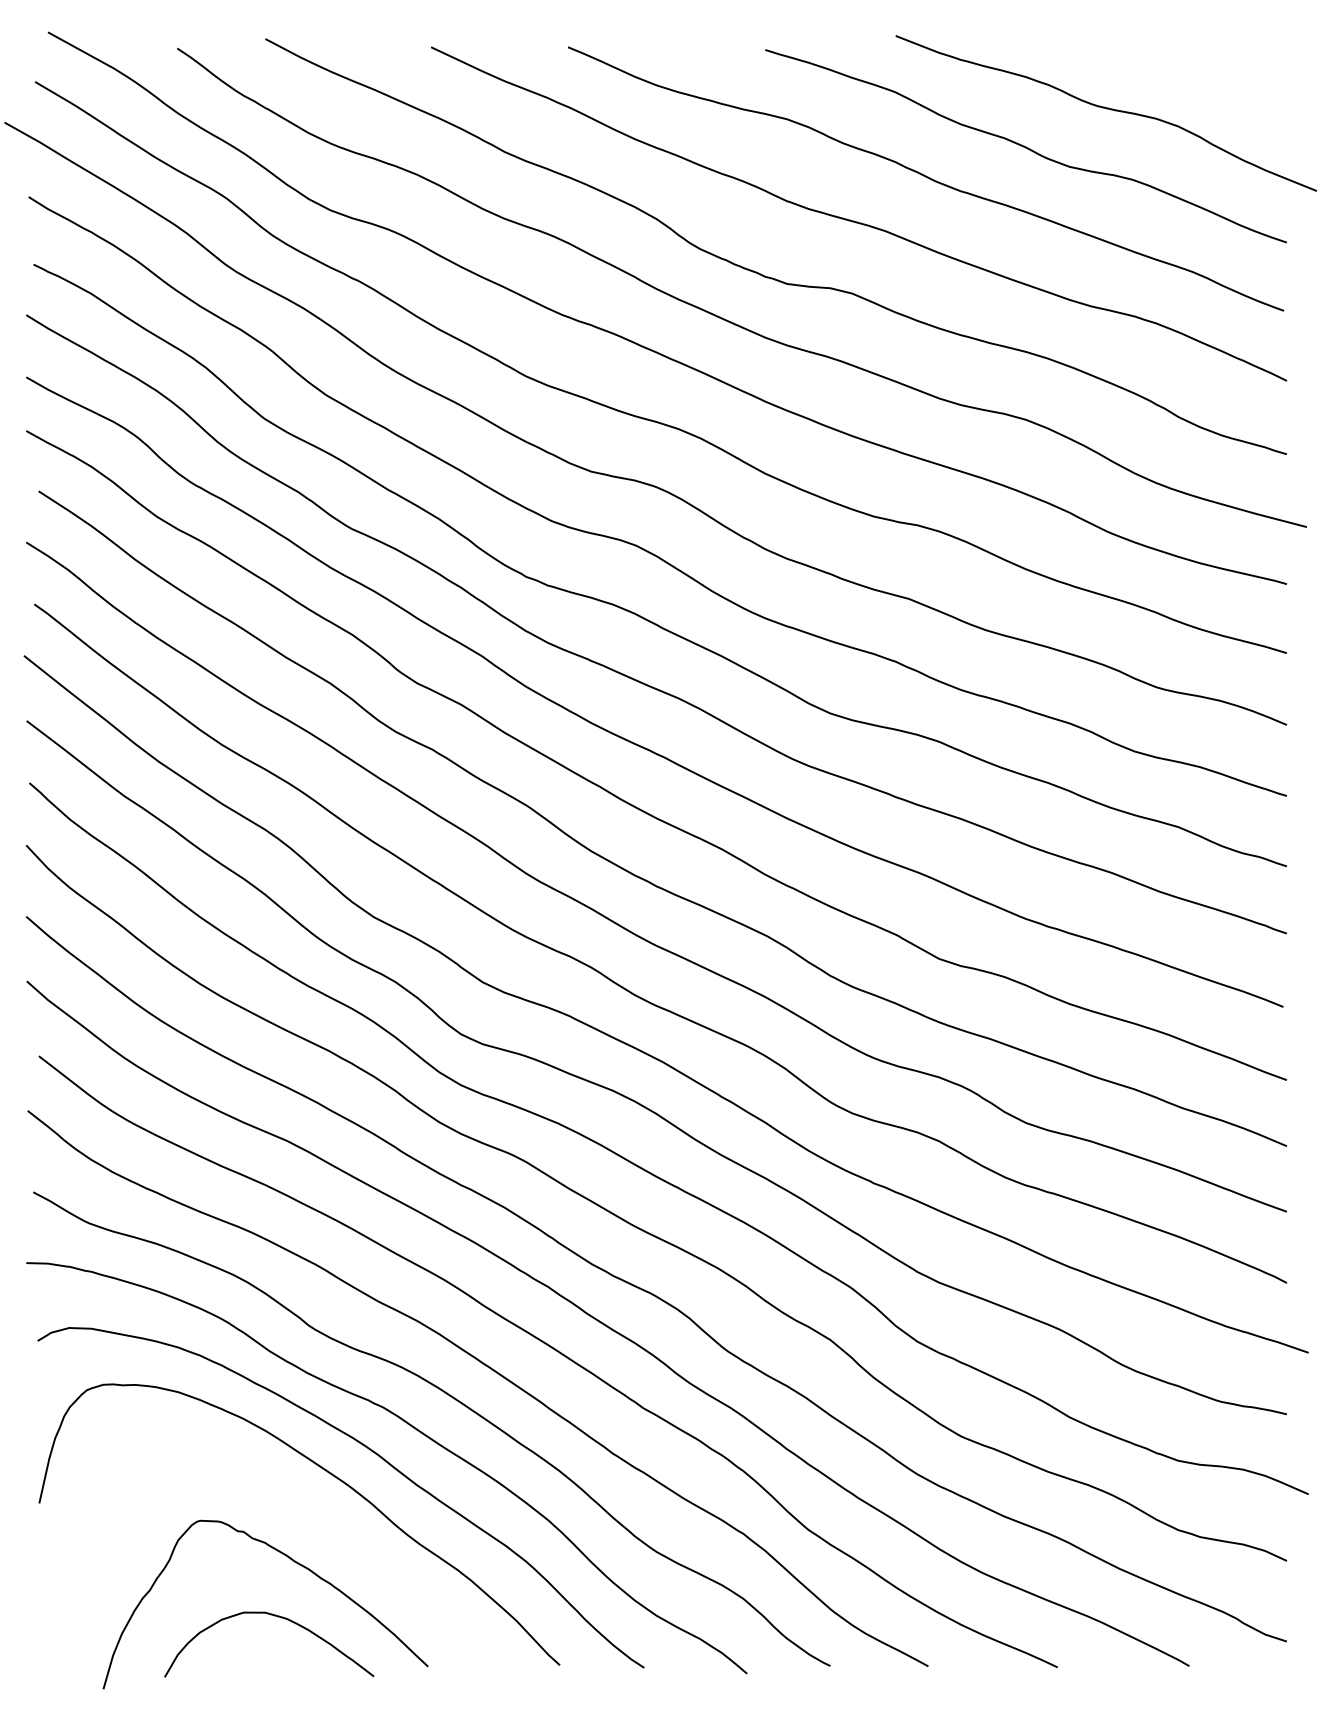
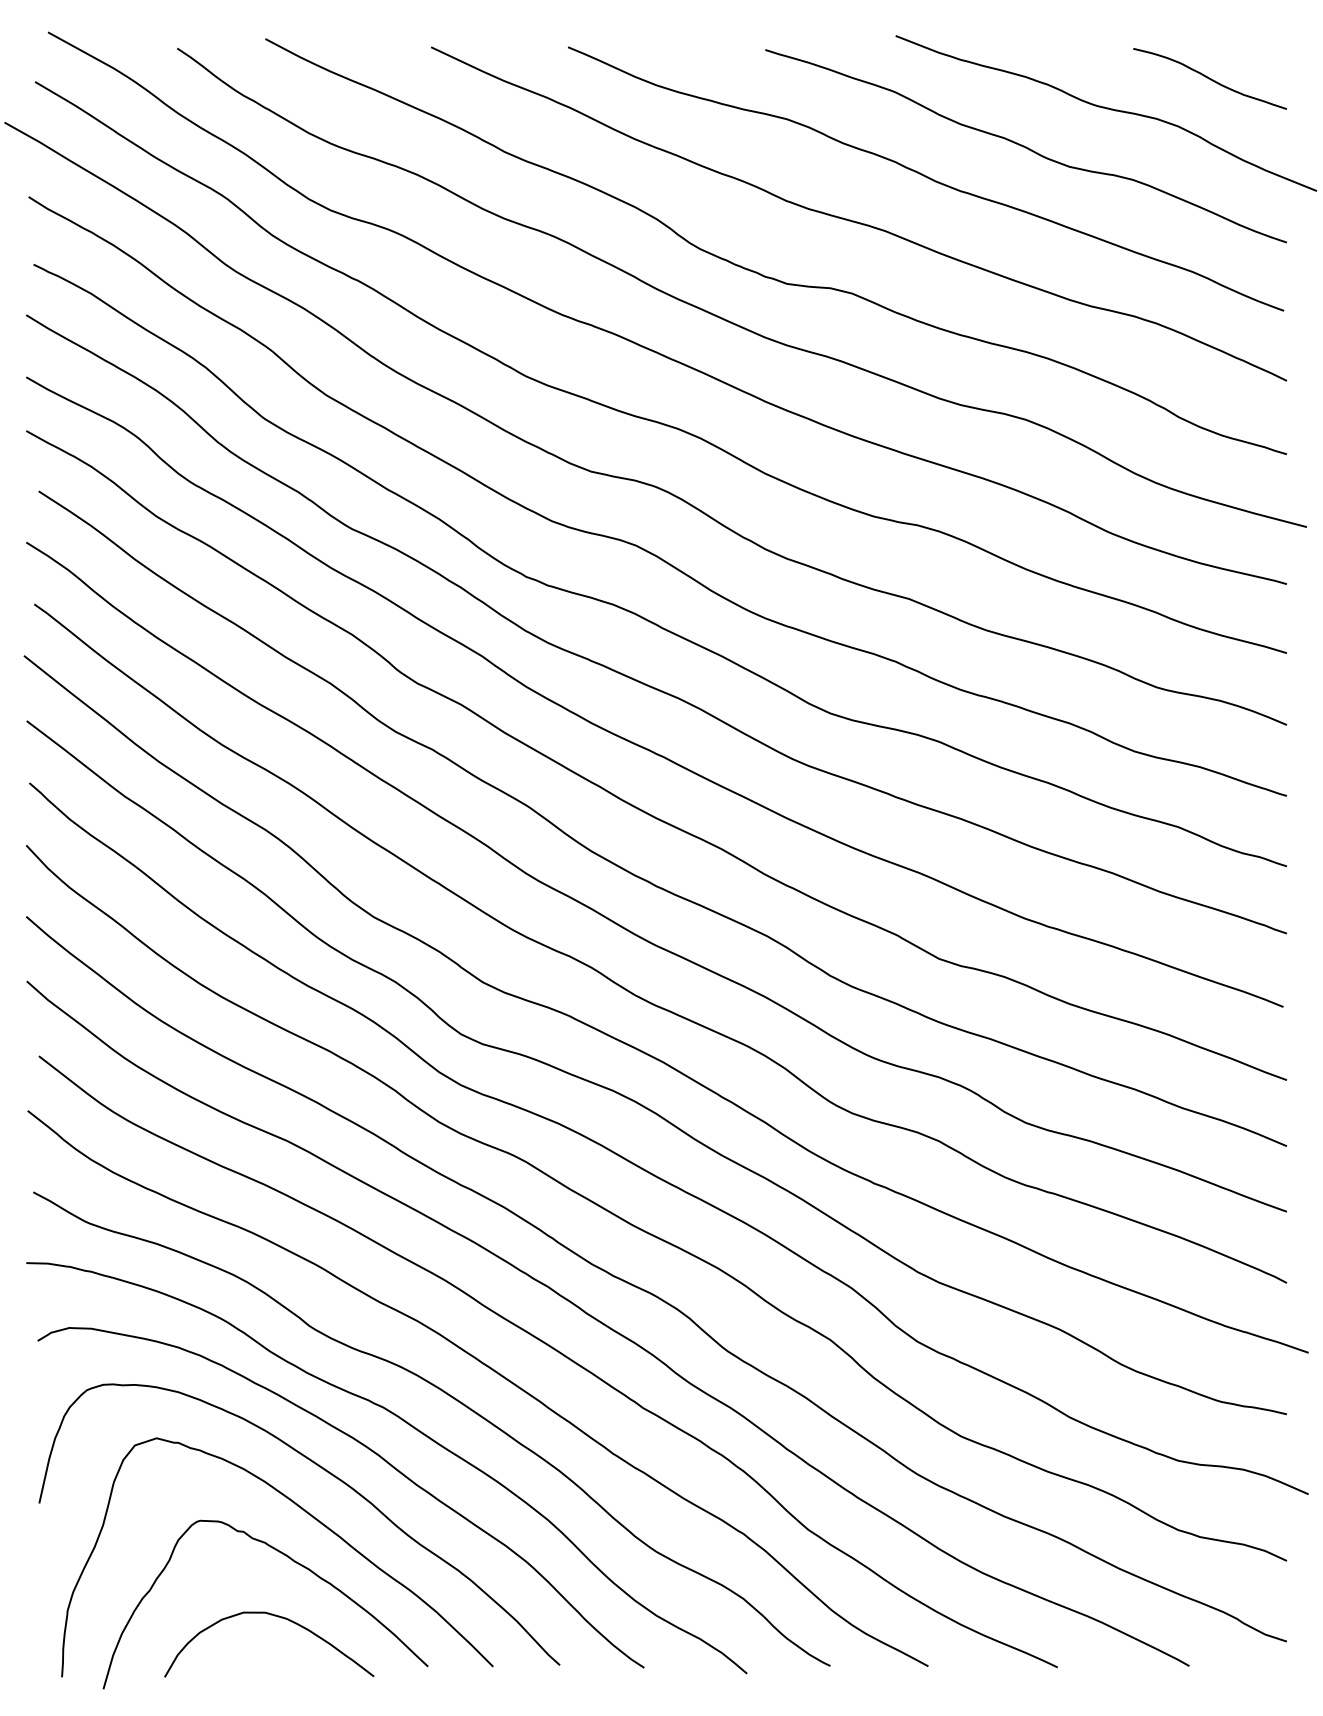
curve at (1209, 78): none -> present
curve at (309, 1515): none -> present
